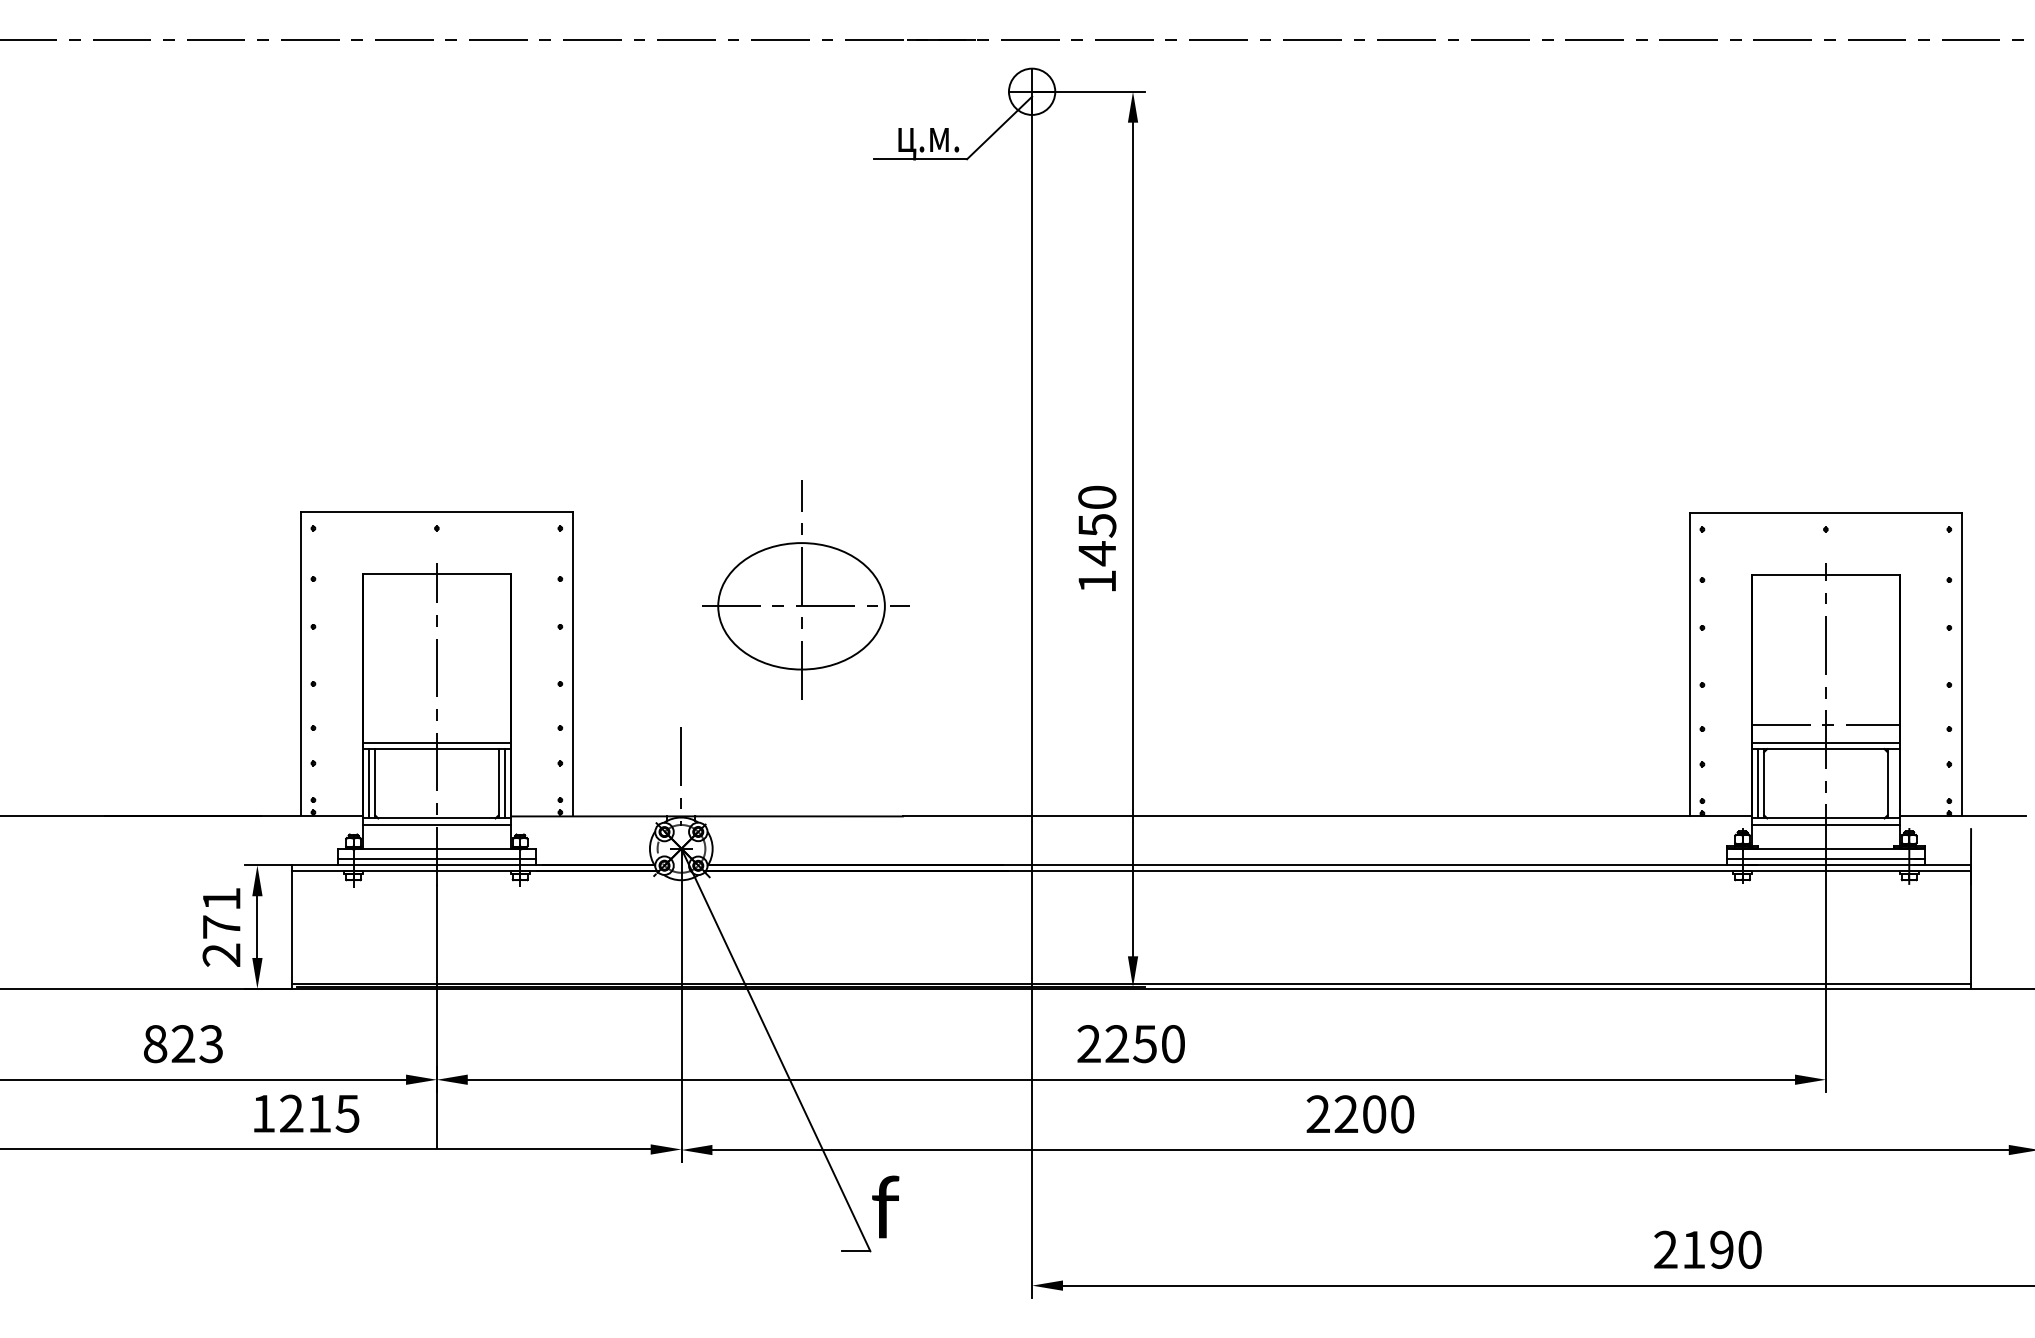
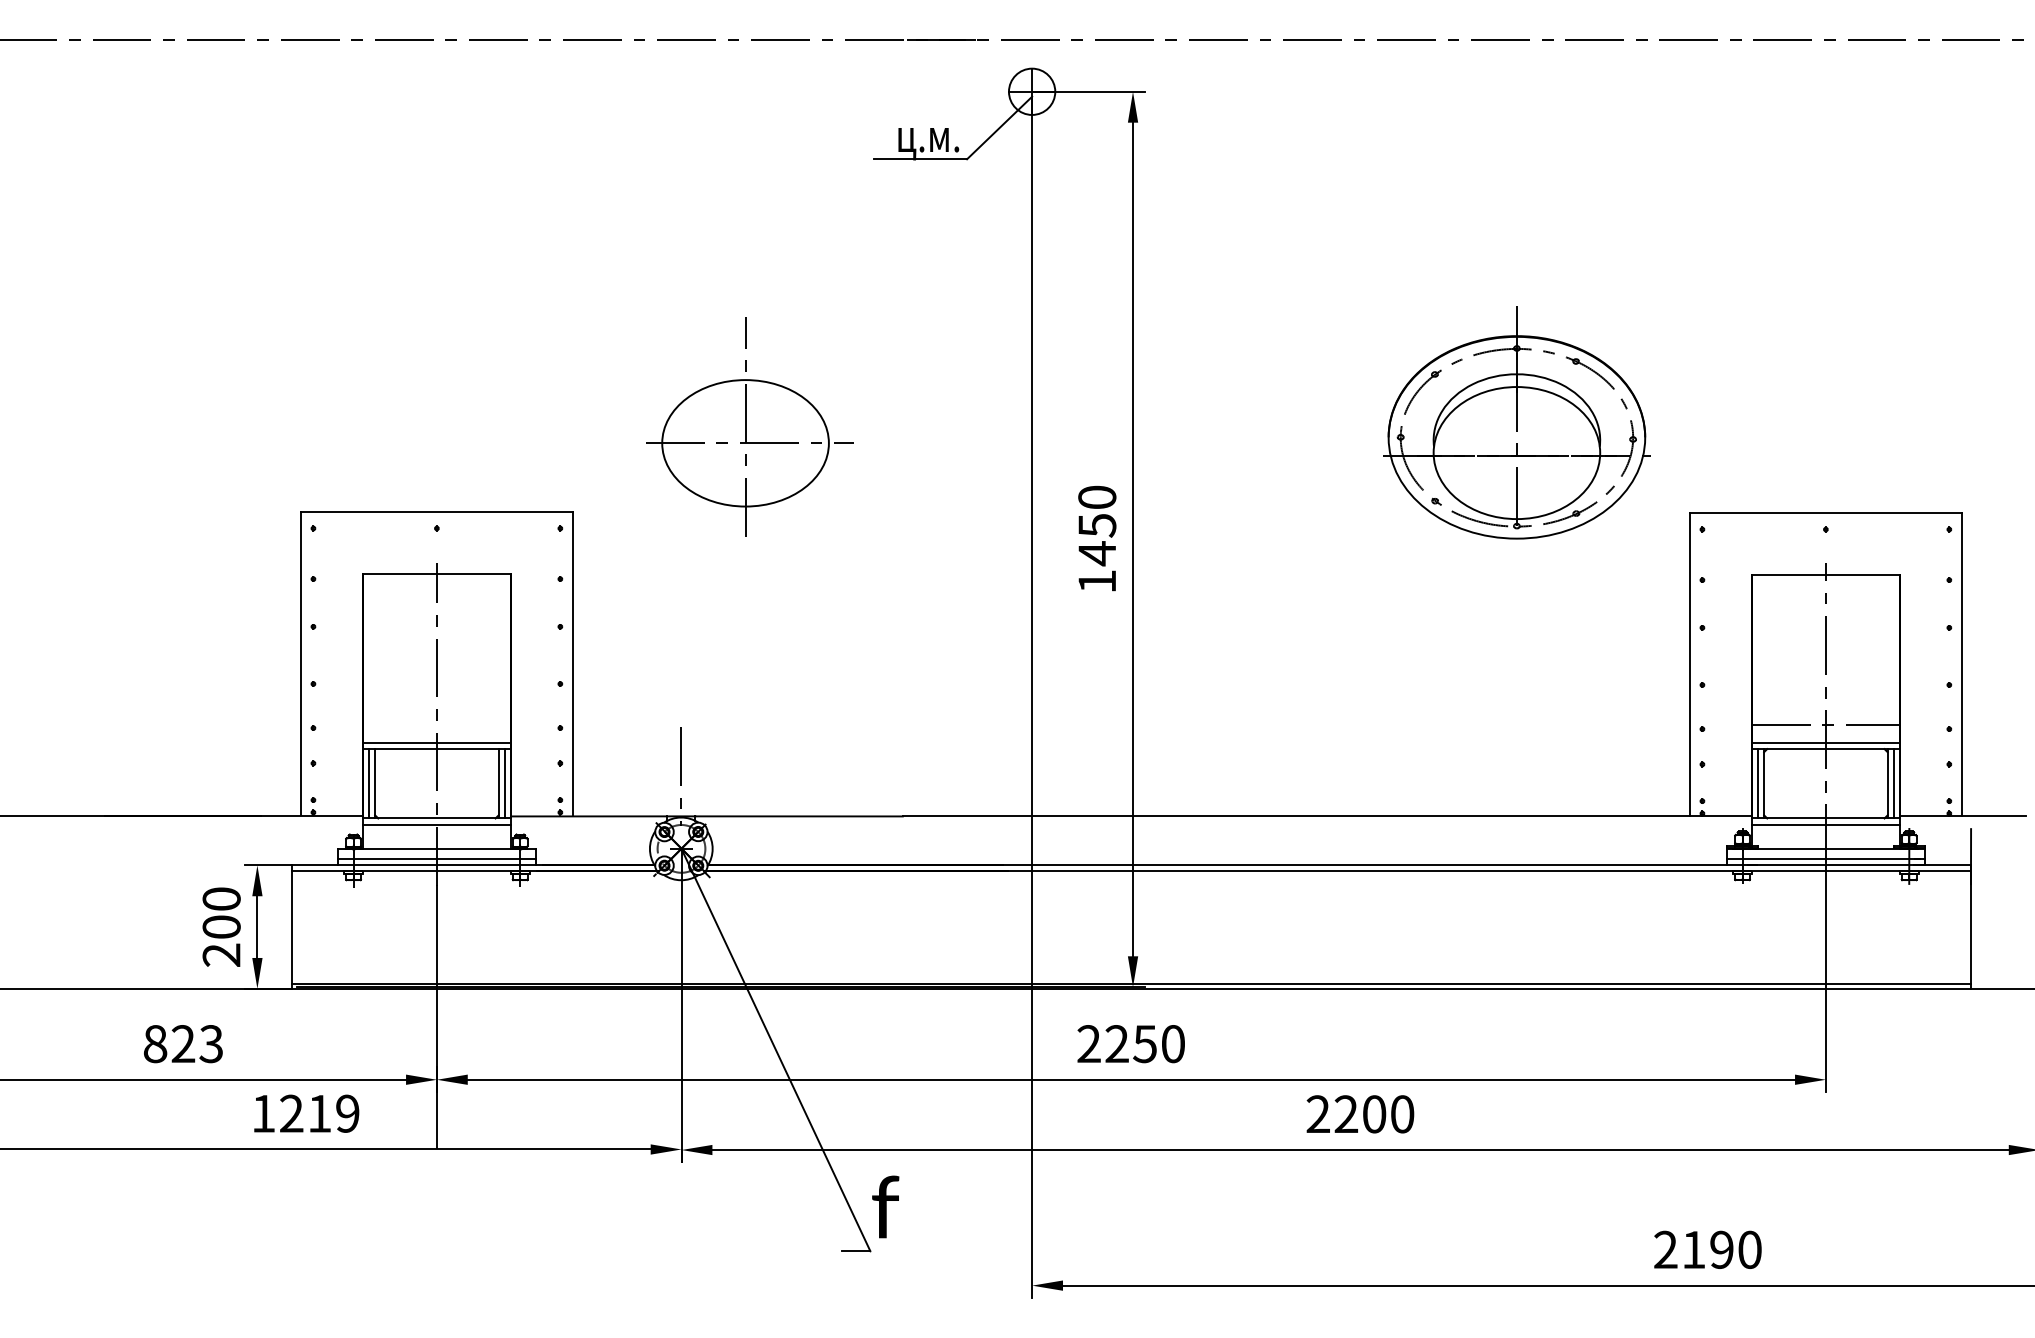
part at (1516, 422): none -> present
part at (805, 589) position: (805, 589) -> (749, 426)
line at (1893, 783): none -> present
text at (221, 912): 271 -> 200
text at (347, 1113): 1215 -> 1219
